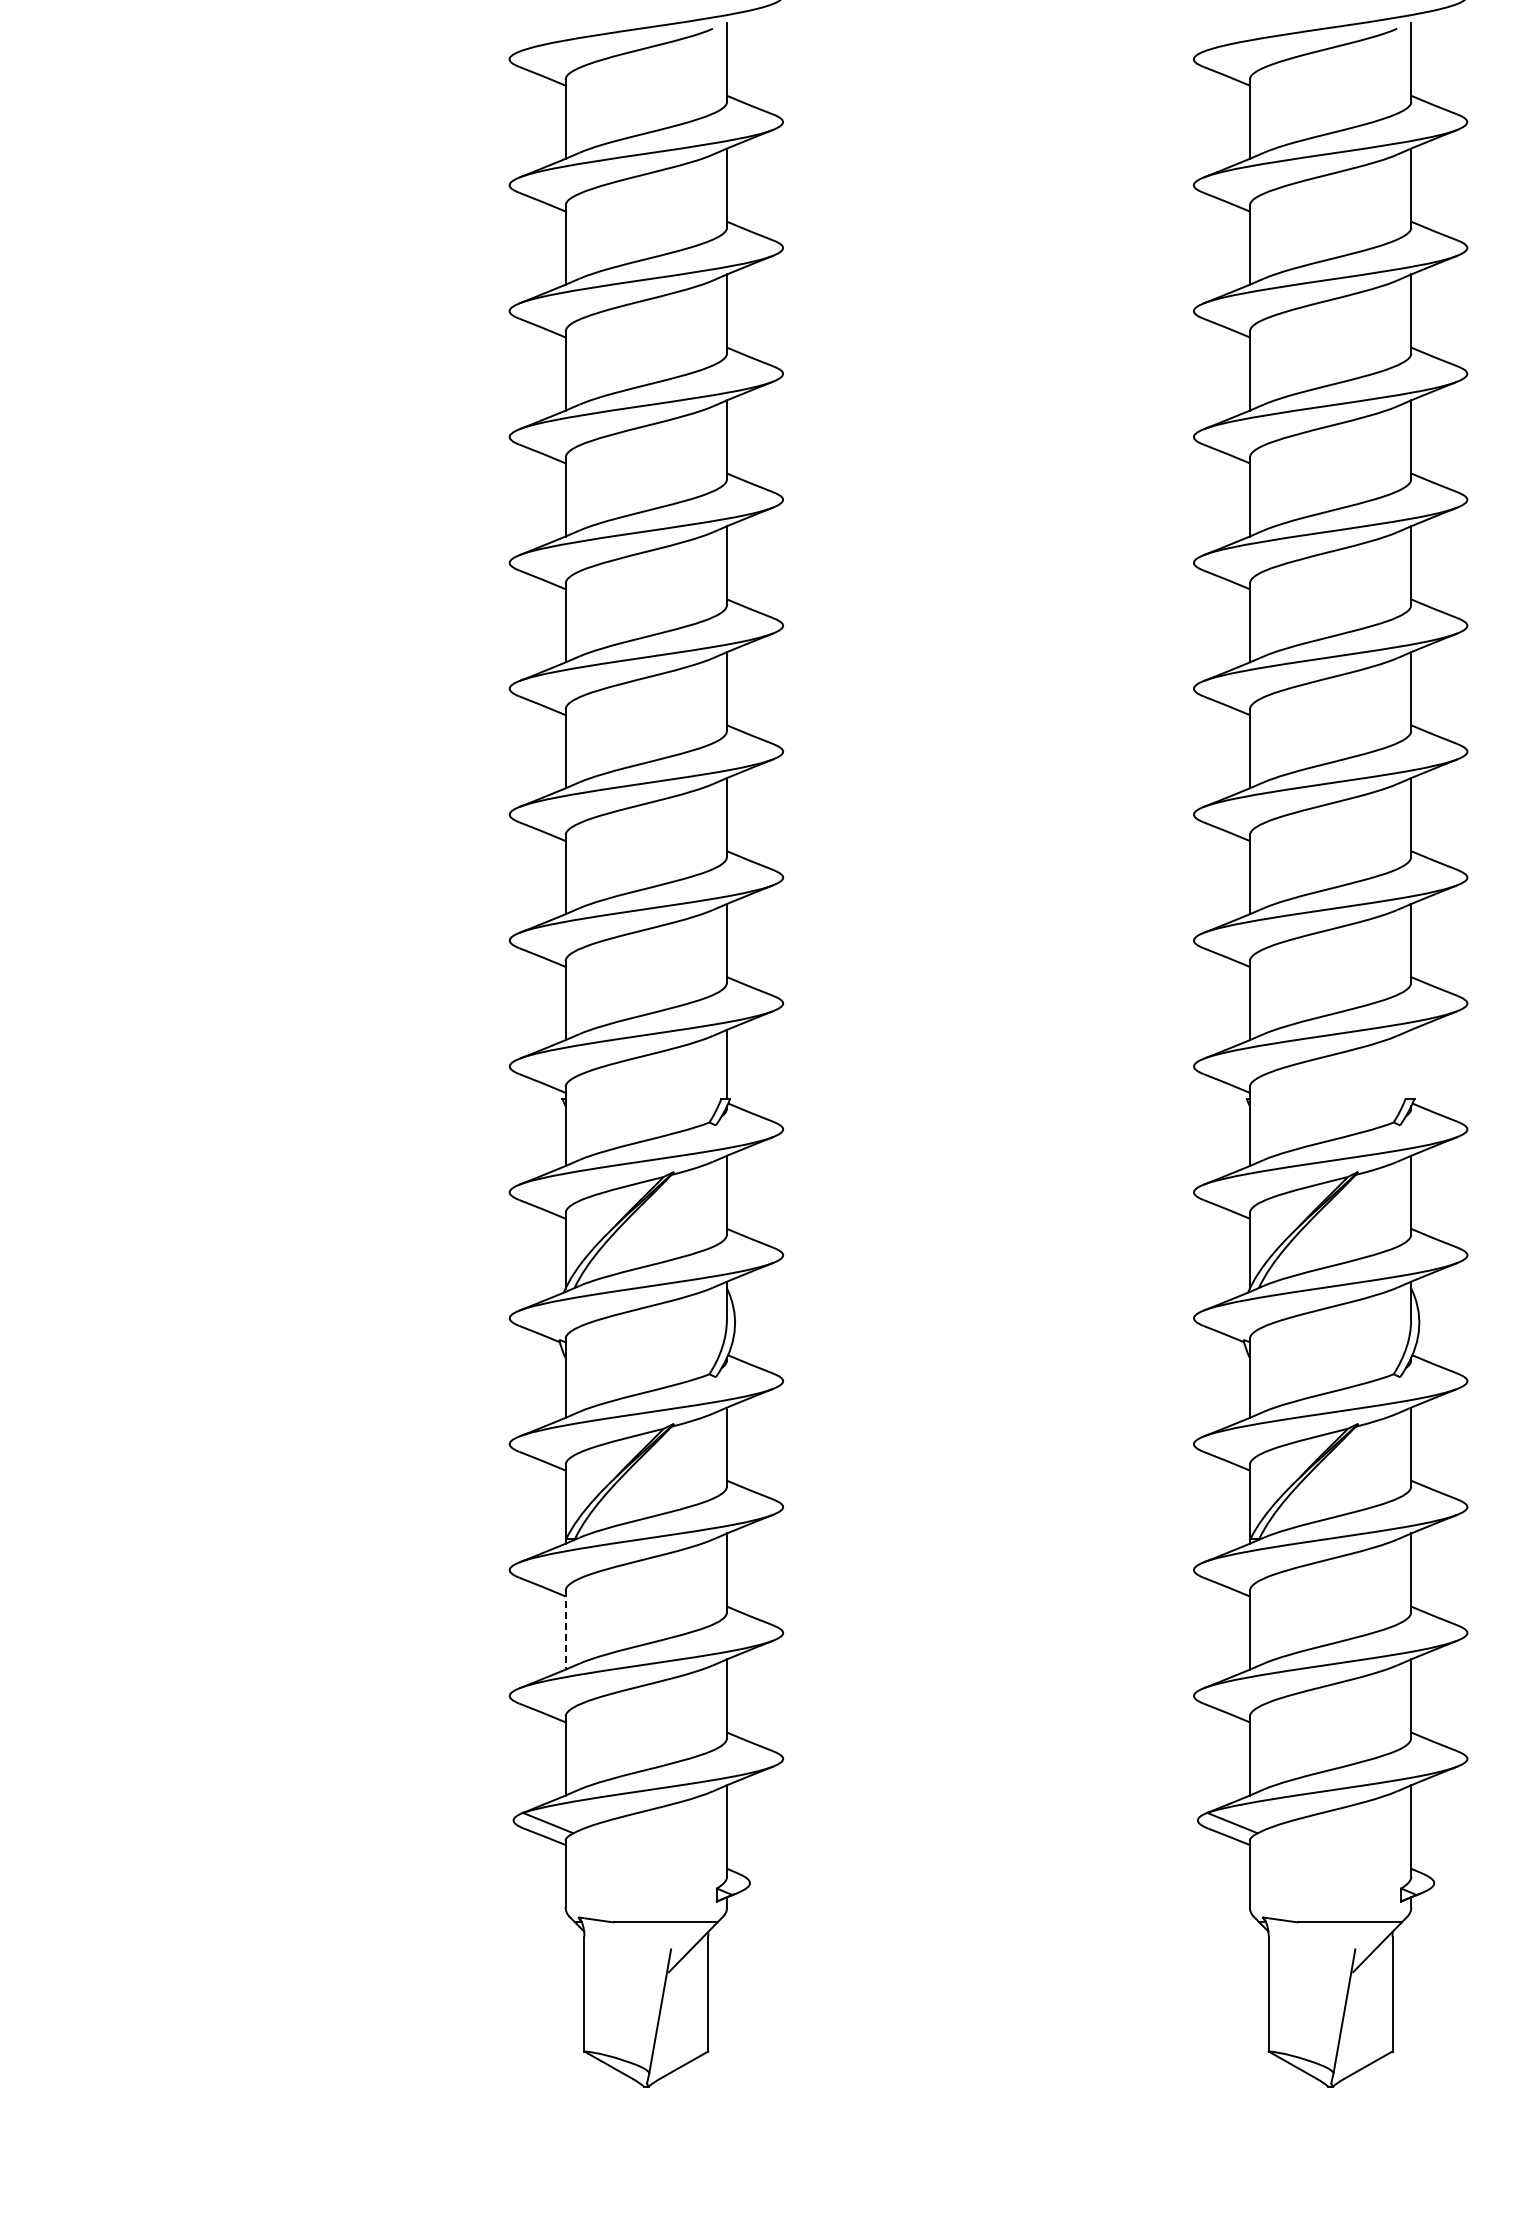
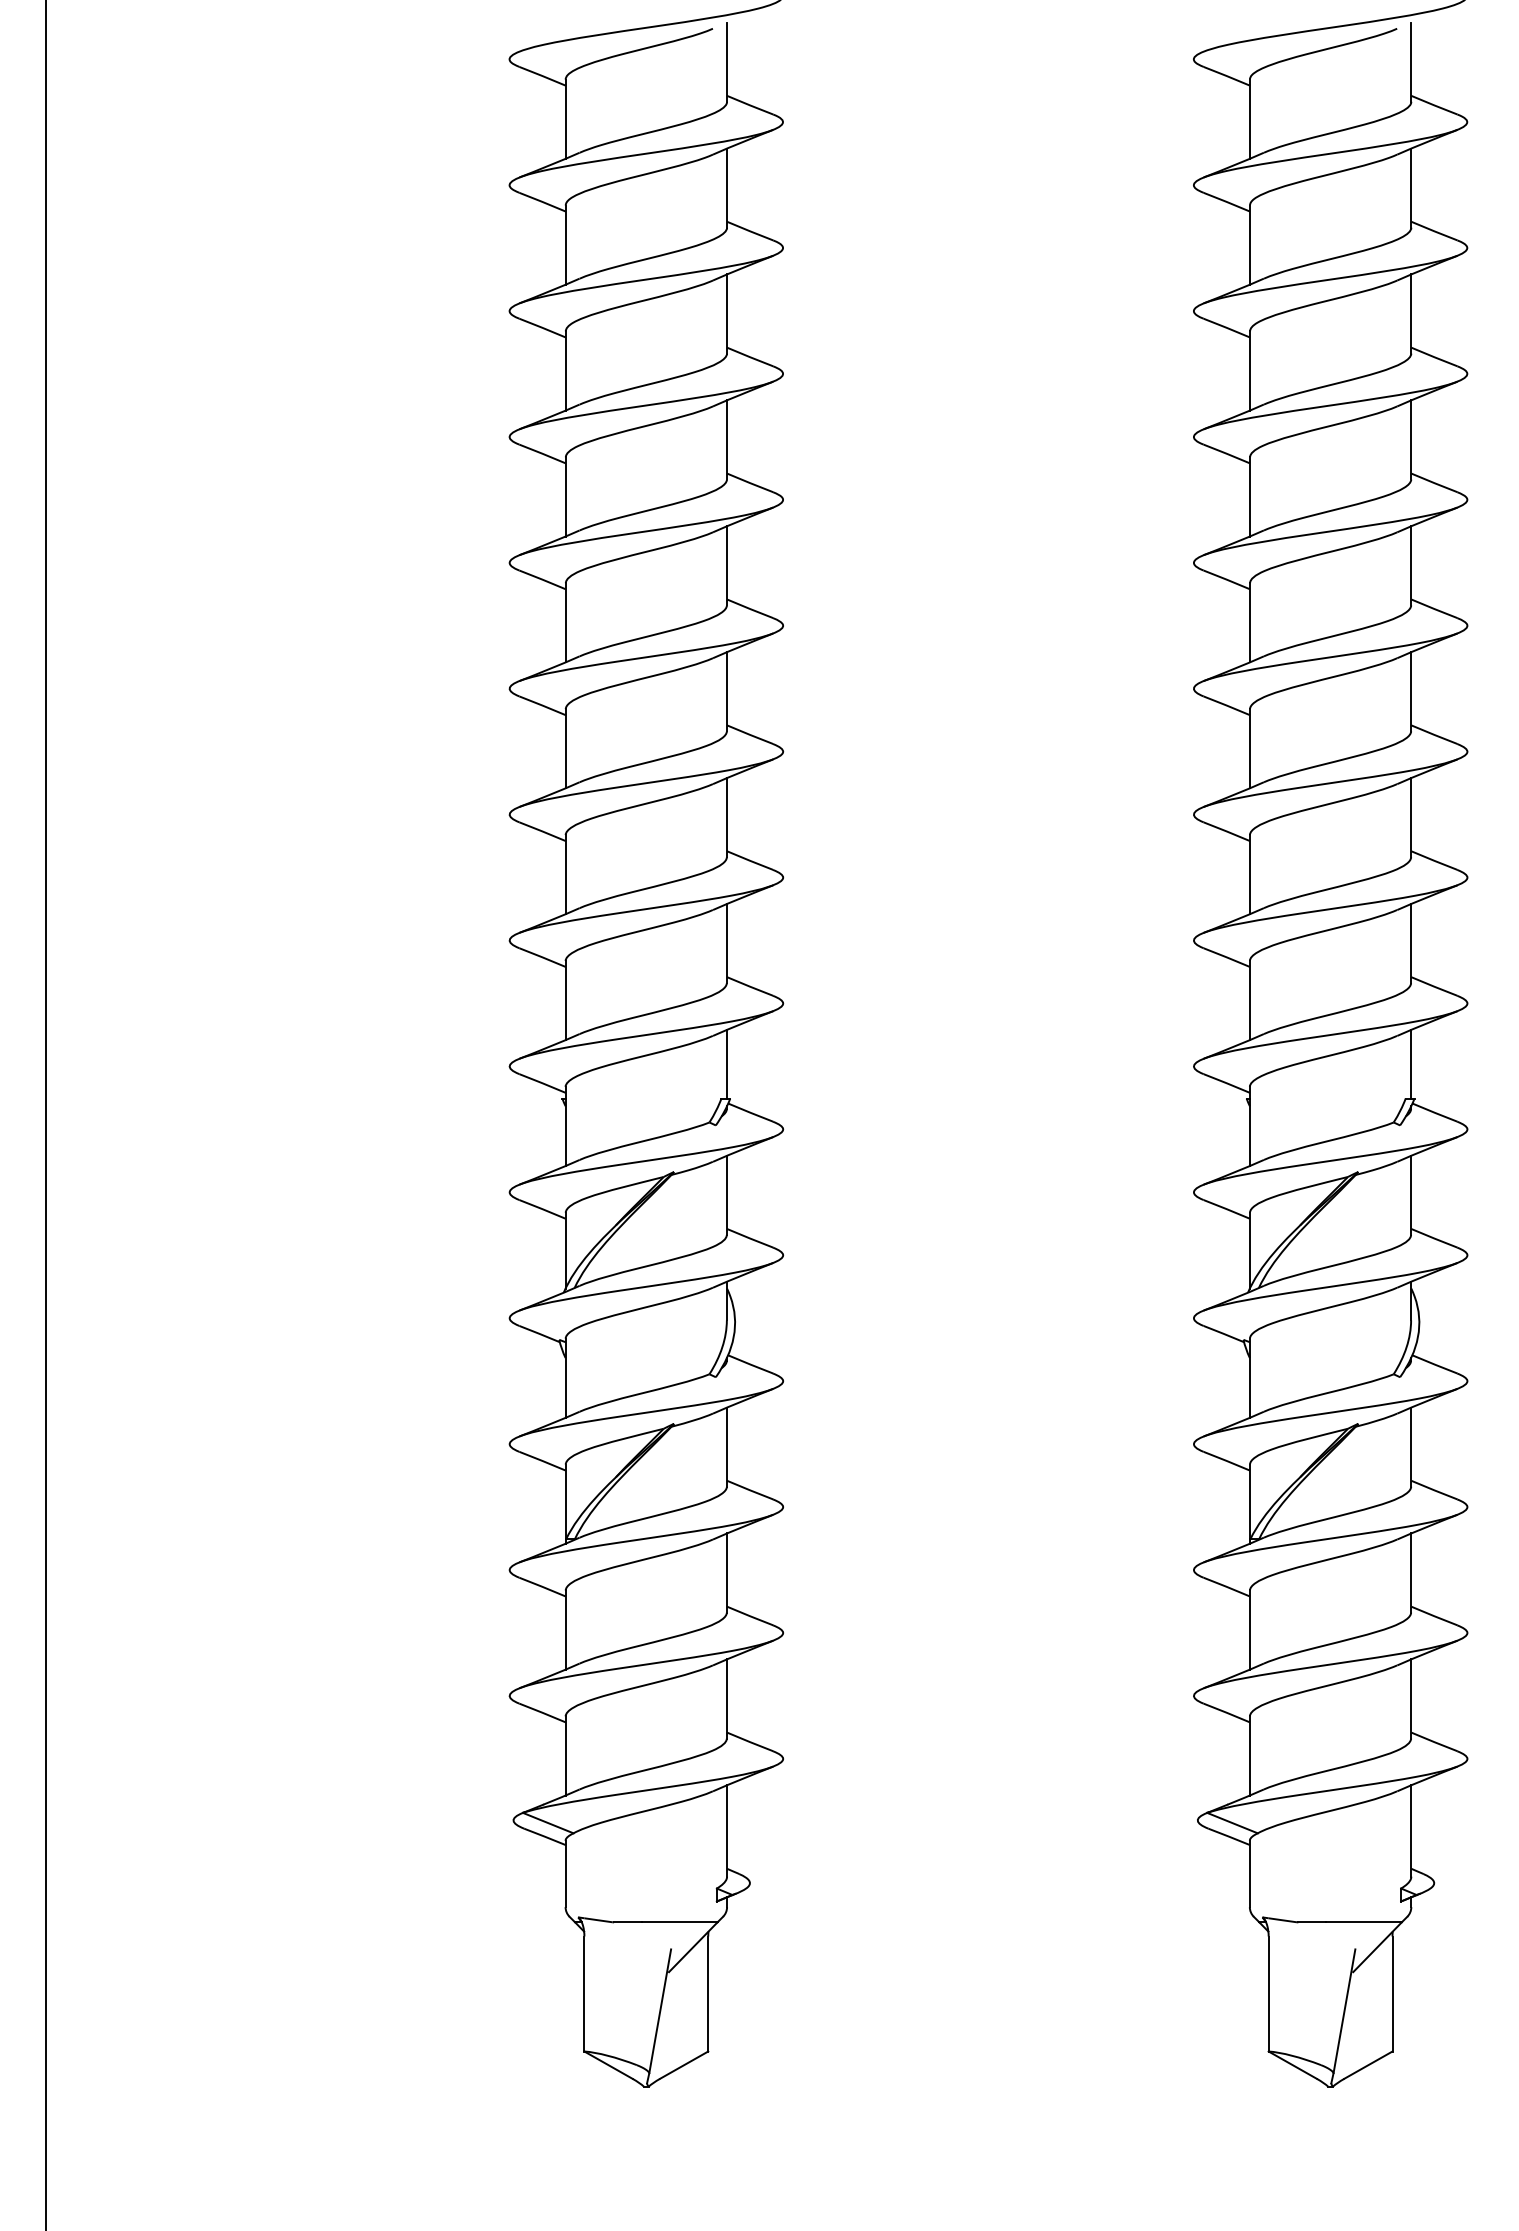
line at (1411, 1063): none -> present
line at (45, 1114): none -> present
line at (565, 1630): dashed -> solid
